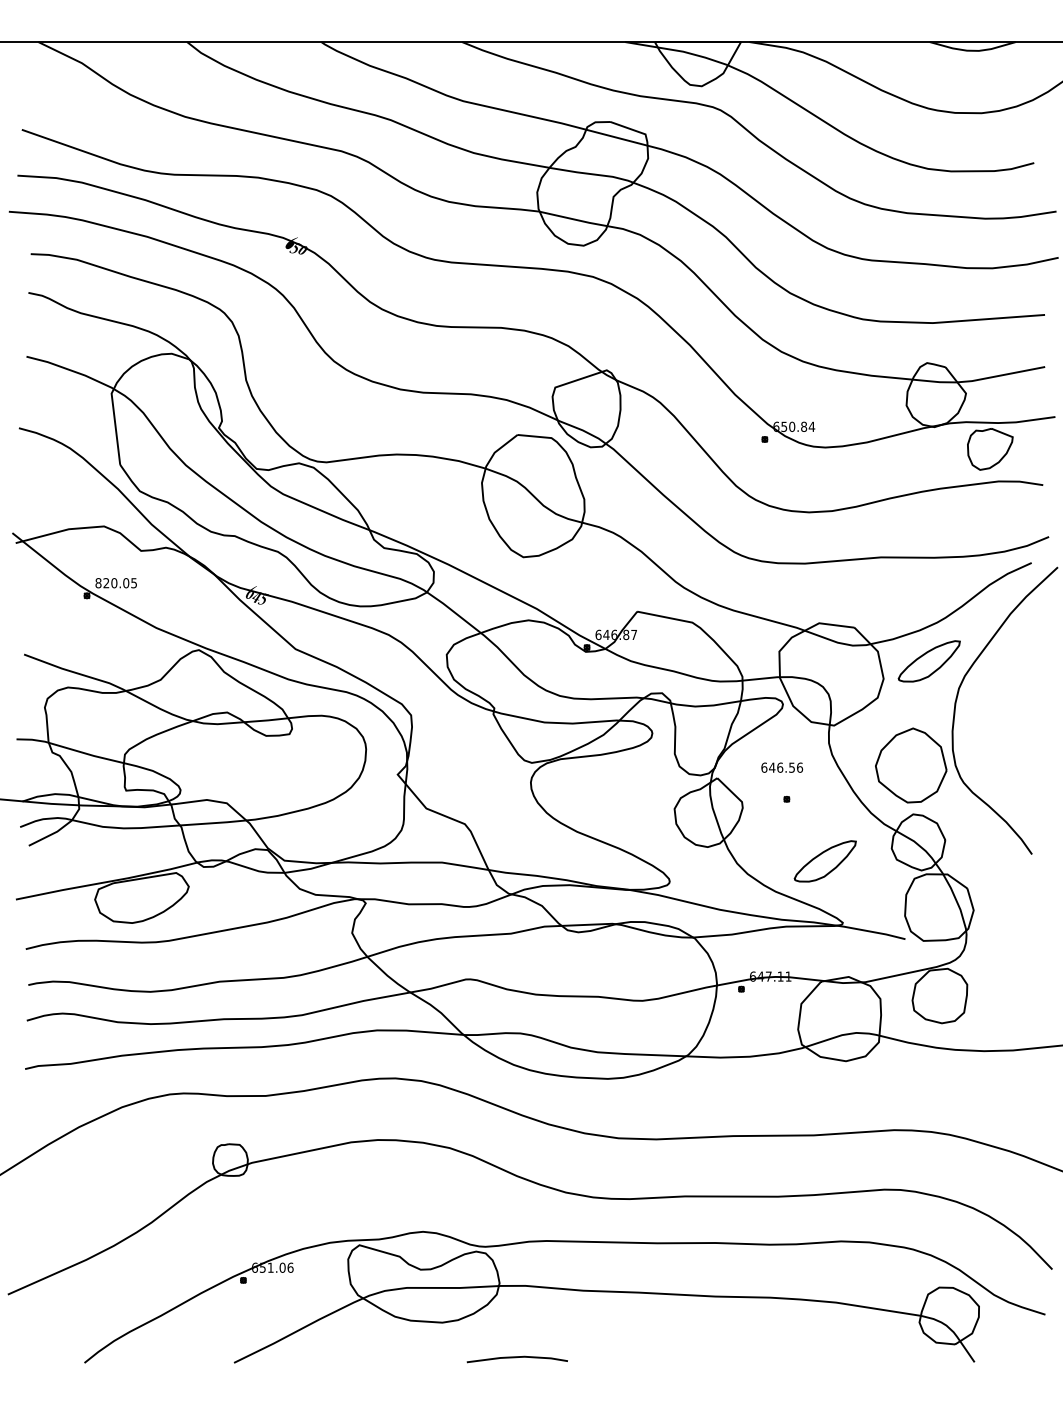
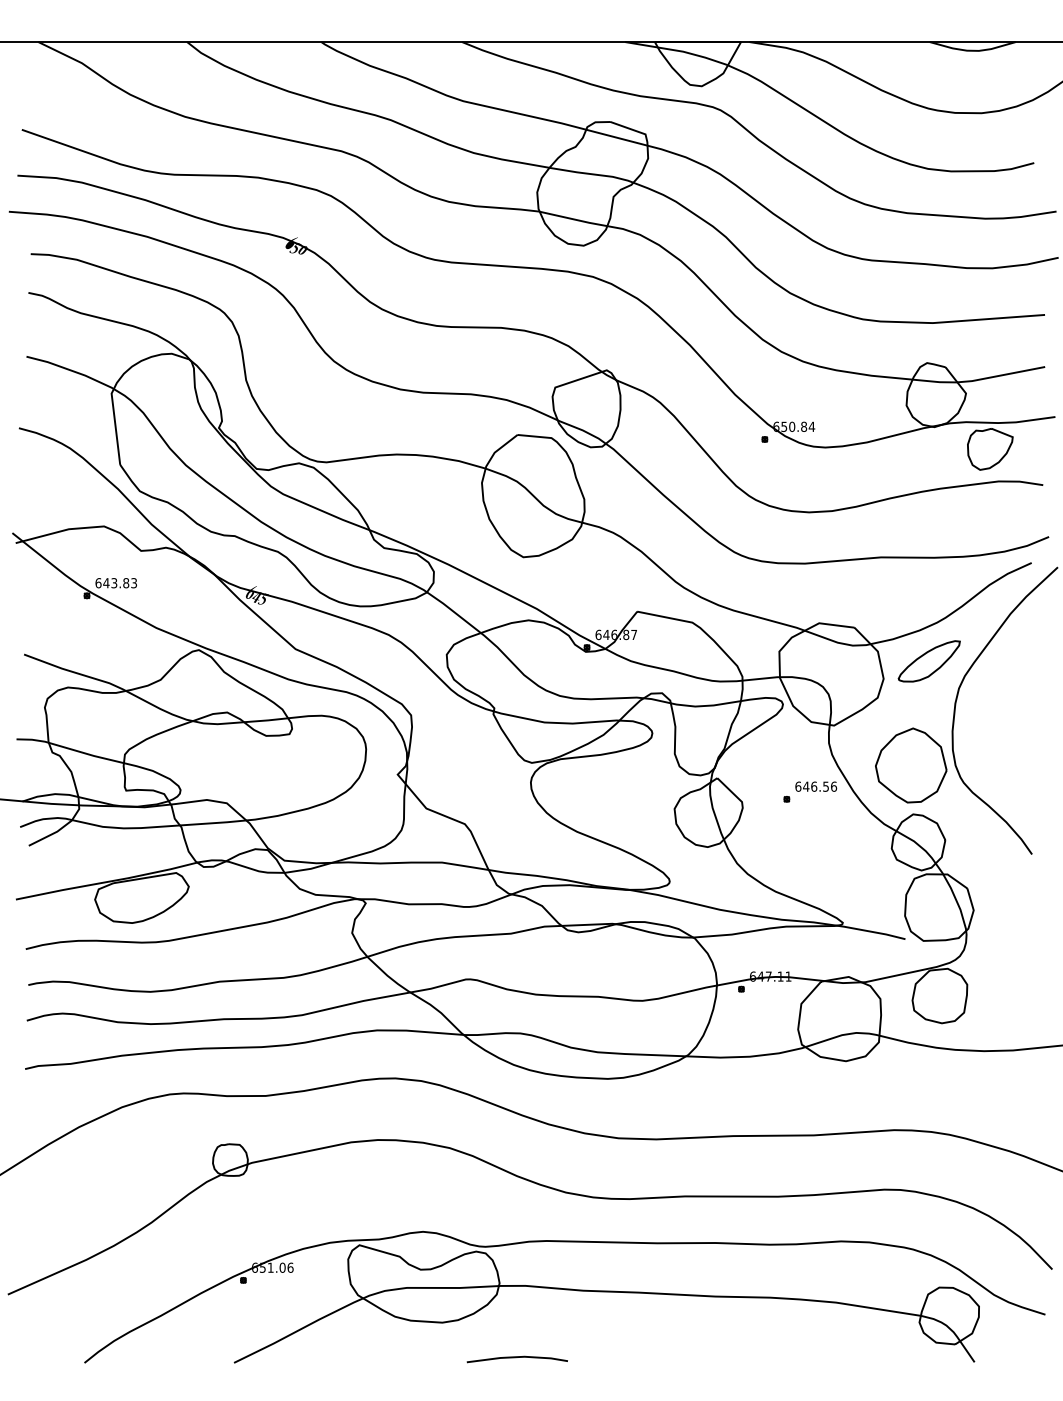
text at (115, 583): 820.05 -> 643.83
text at (782, 767) position: (782, 767) -> (816, 786)
part at (824, 861): present -> none
